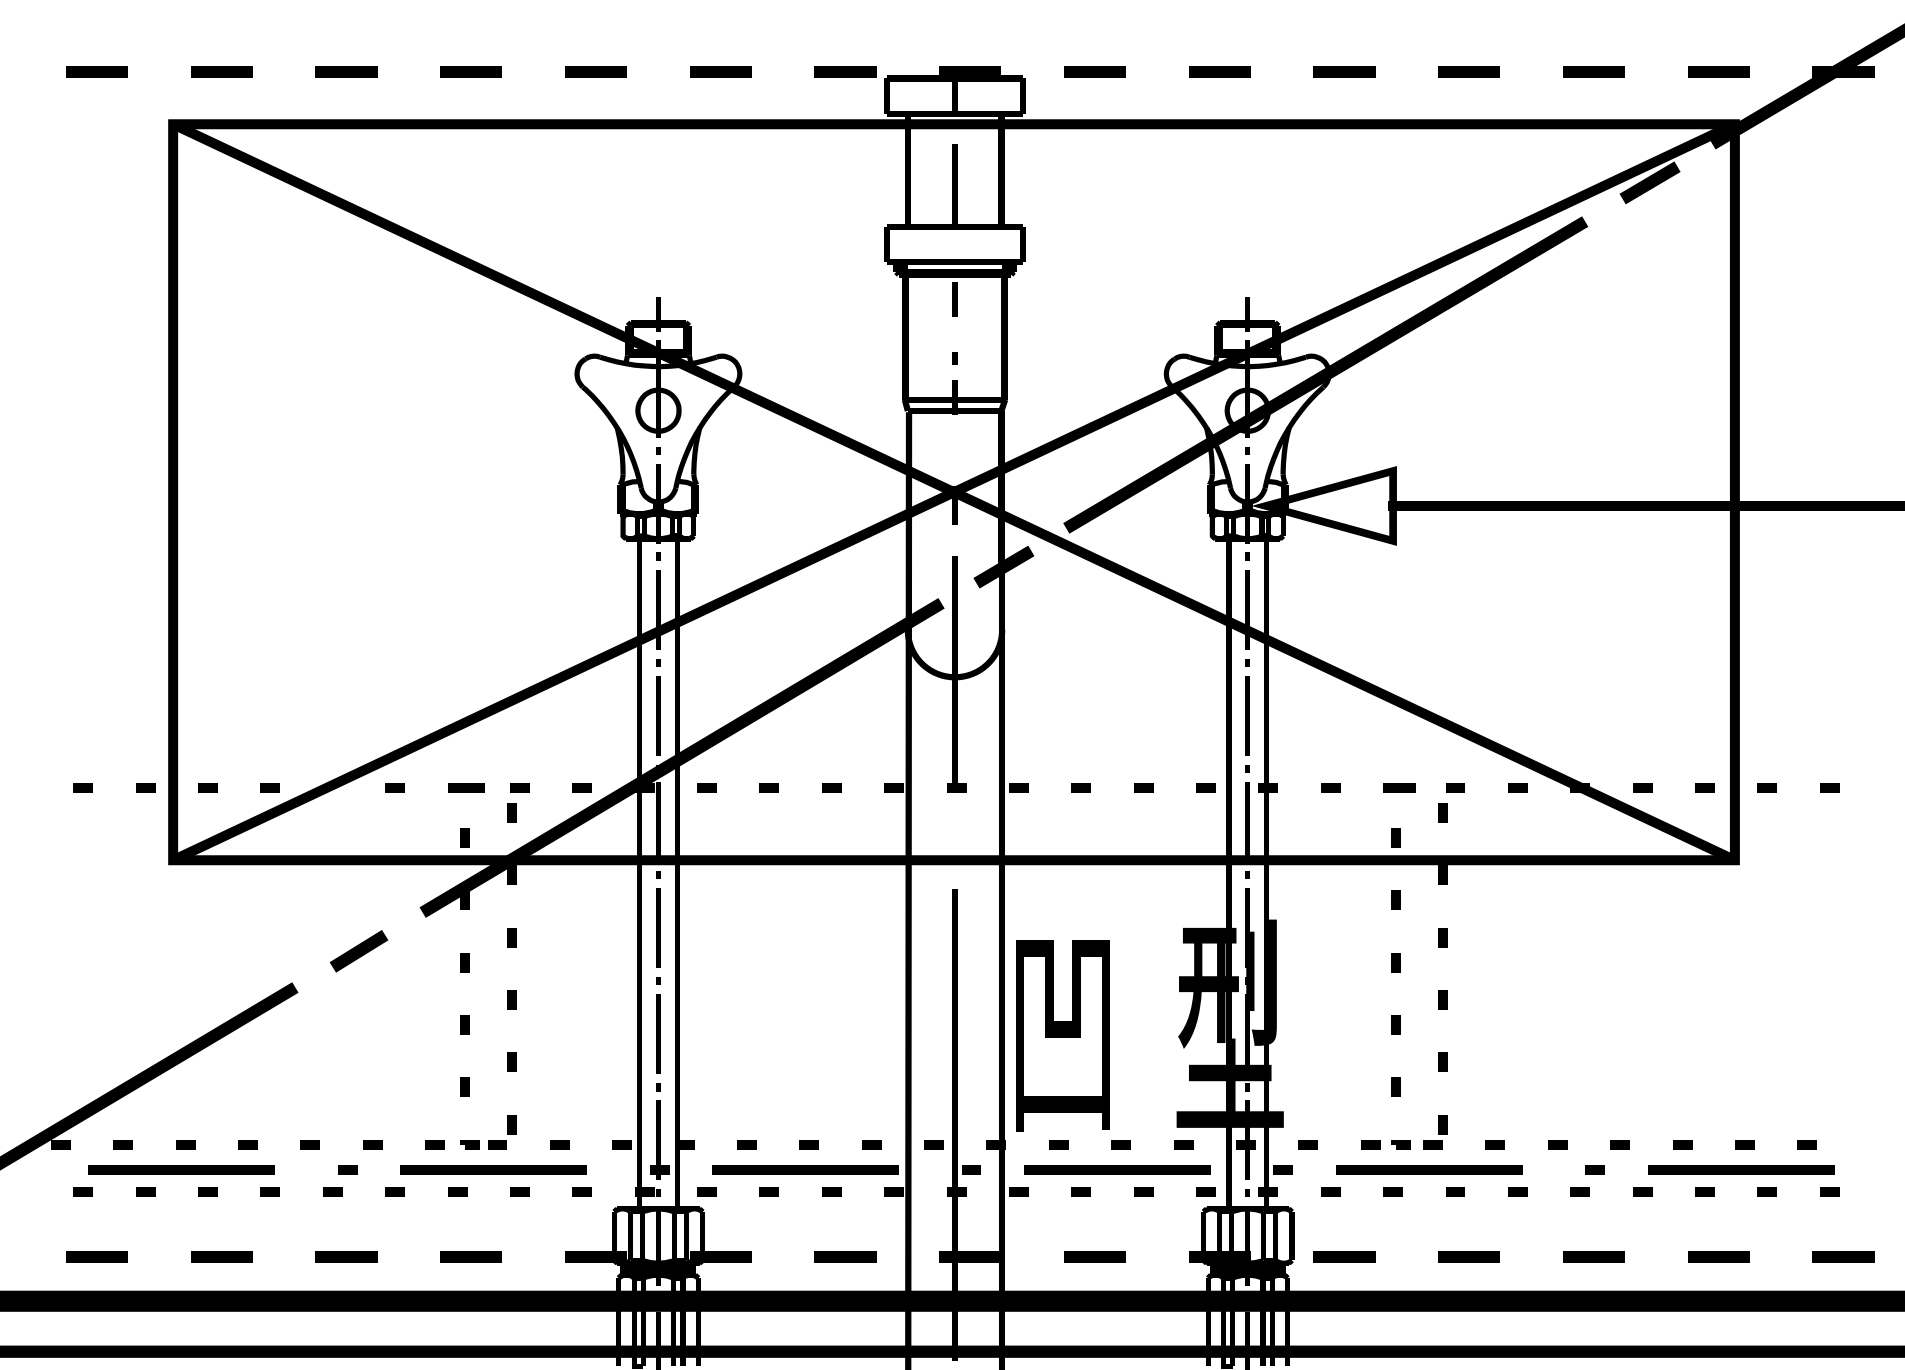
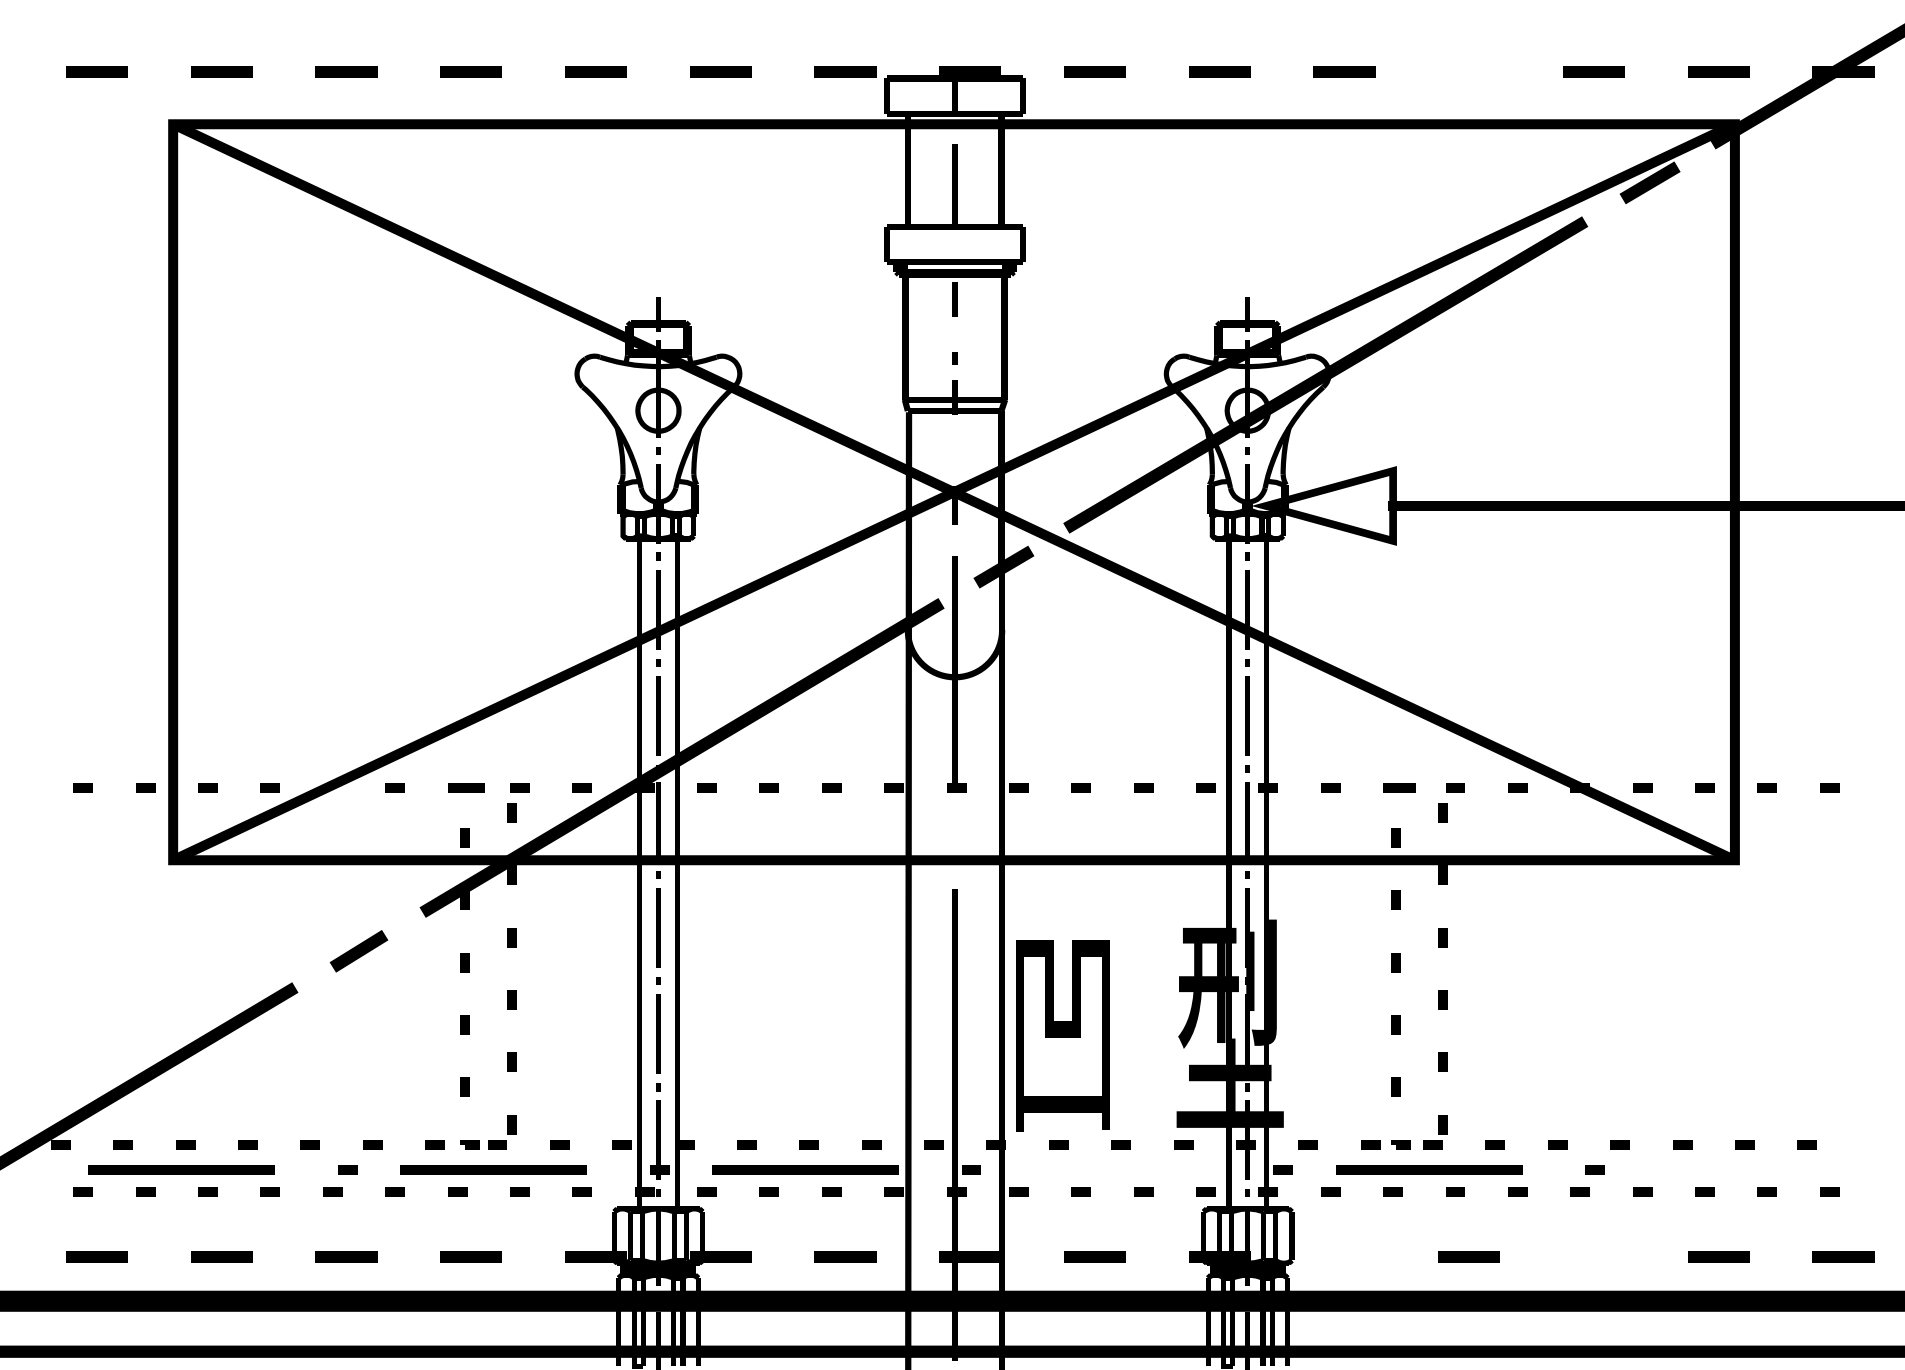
line at (1468, 71): present -> none
line at (1117, 1169): present -> none
line at (1741, 1169): present -> none
line at (1344, 1256): present -> none
line at (1593, 1256): present -> none
